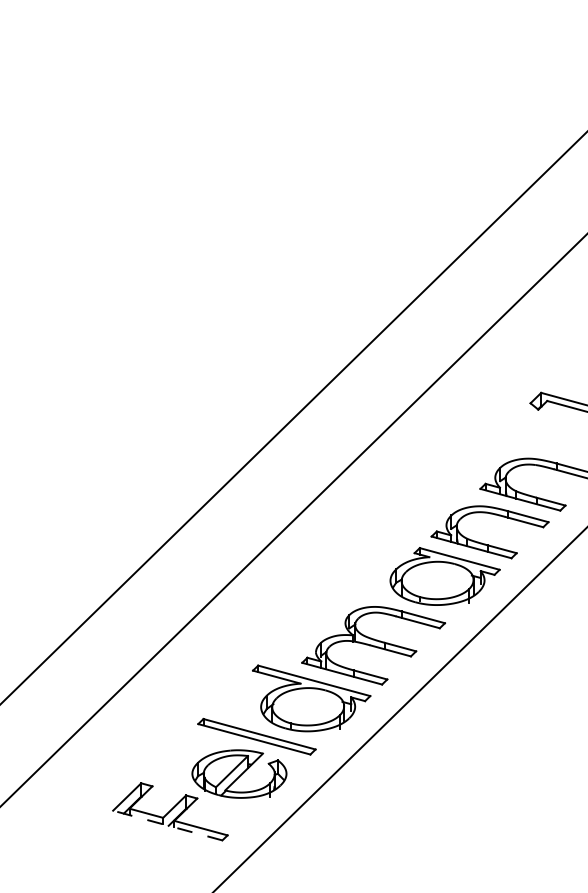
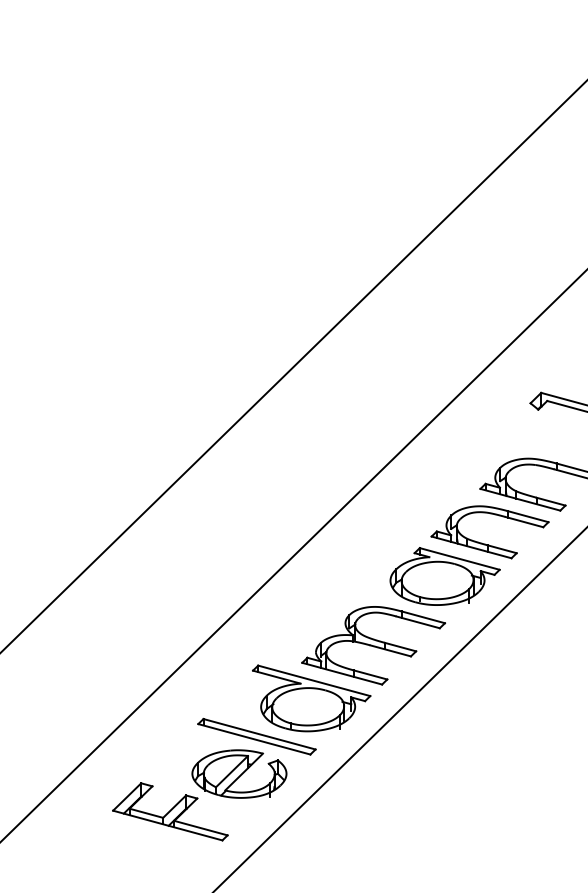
line at (293, 417) position: (293, 417) -> (293, 366)
line at (293, 520) position: (293, 520) -> (293, 556)
line at (167, 825): dashed -> solid
